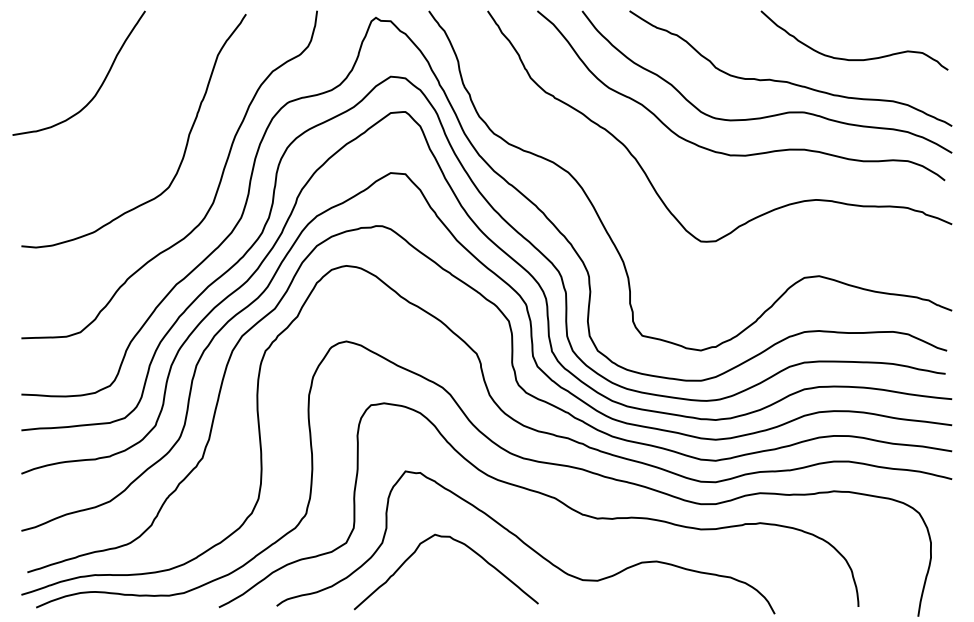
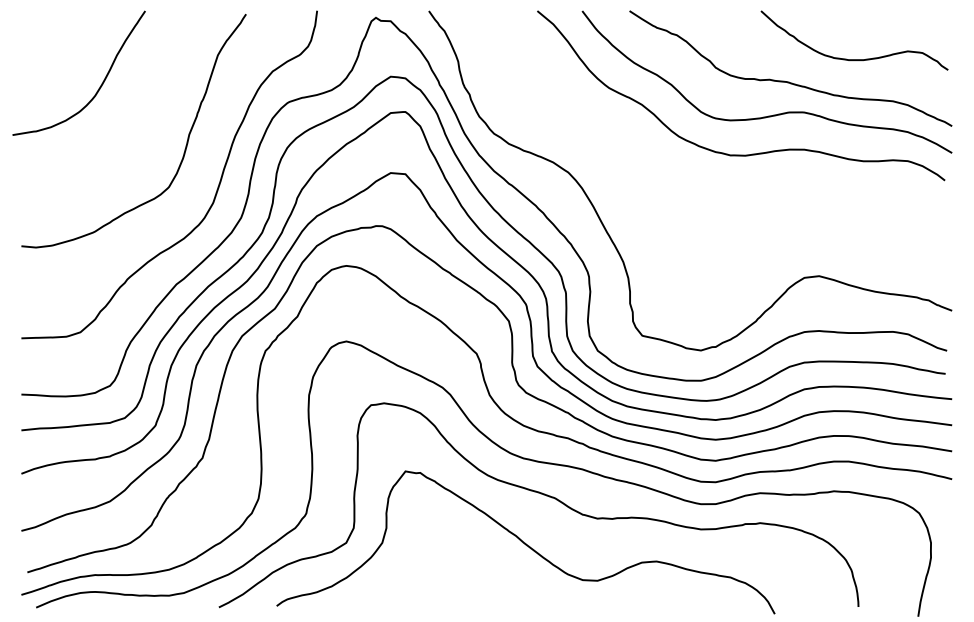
curve at (646, 173): present -> none
curve at (455, 541): present -> none
